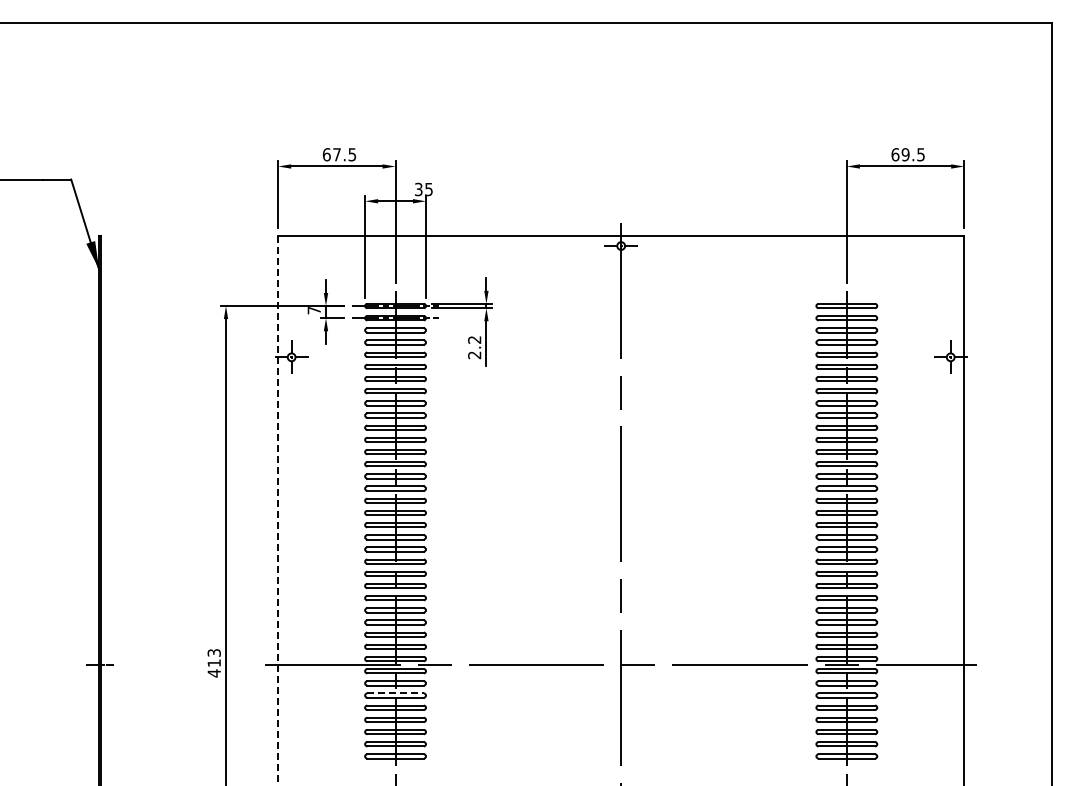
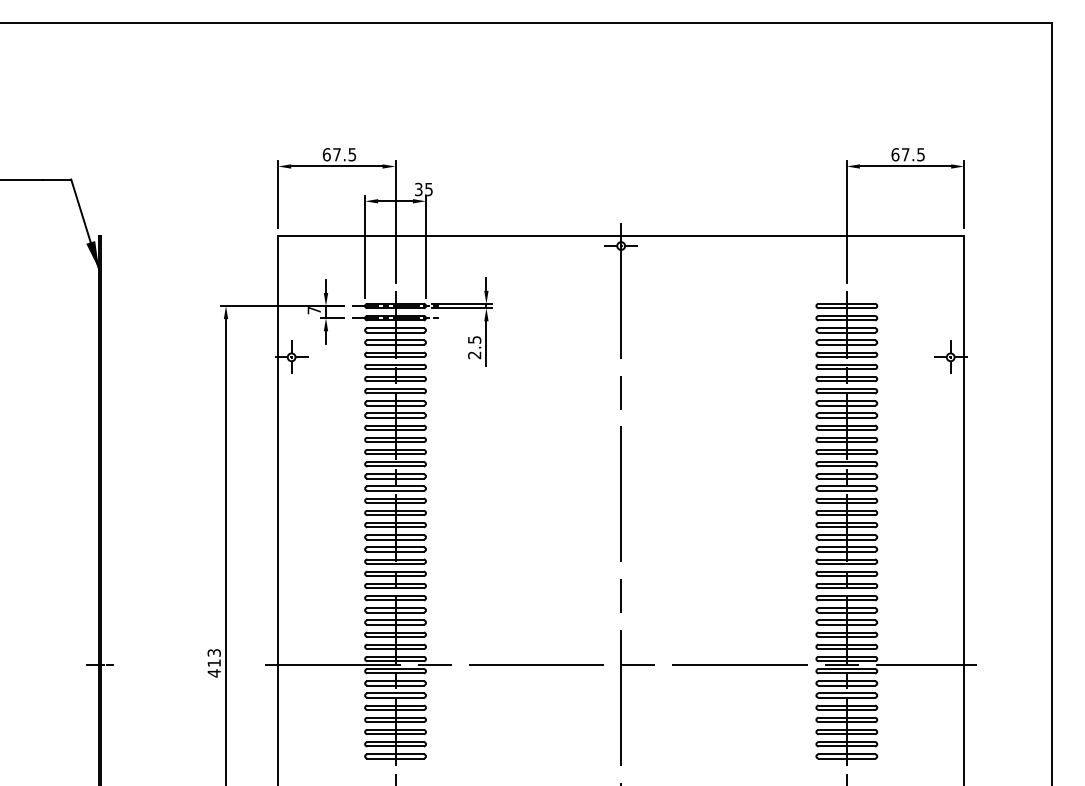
text at (905, 154): 69.5 -> 67.5
text at (474, 339): 2.2 -> 2.5
line at (278, 510): dashed -> solid
line at (396, 693): dashed -> solid
